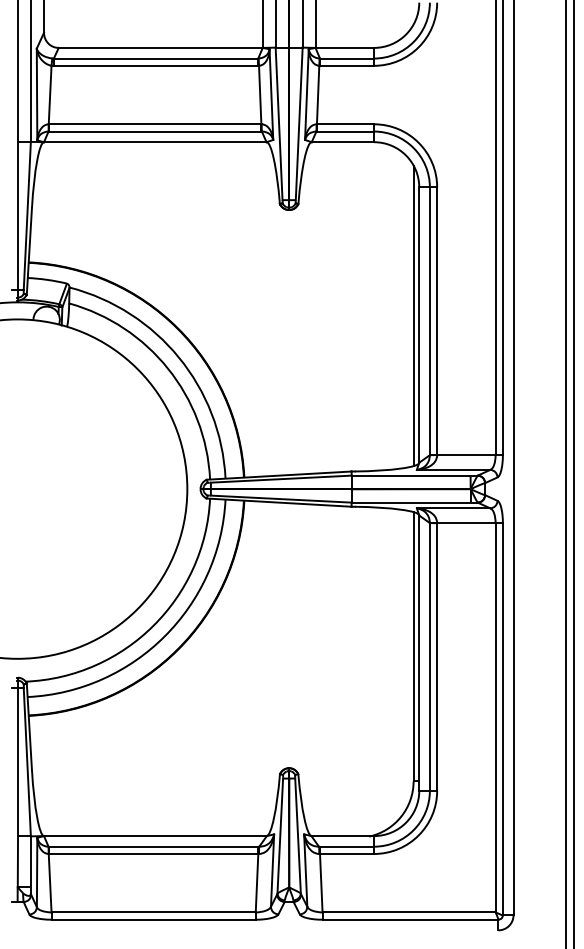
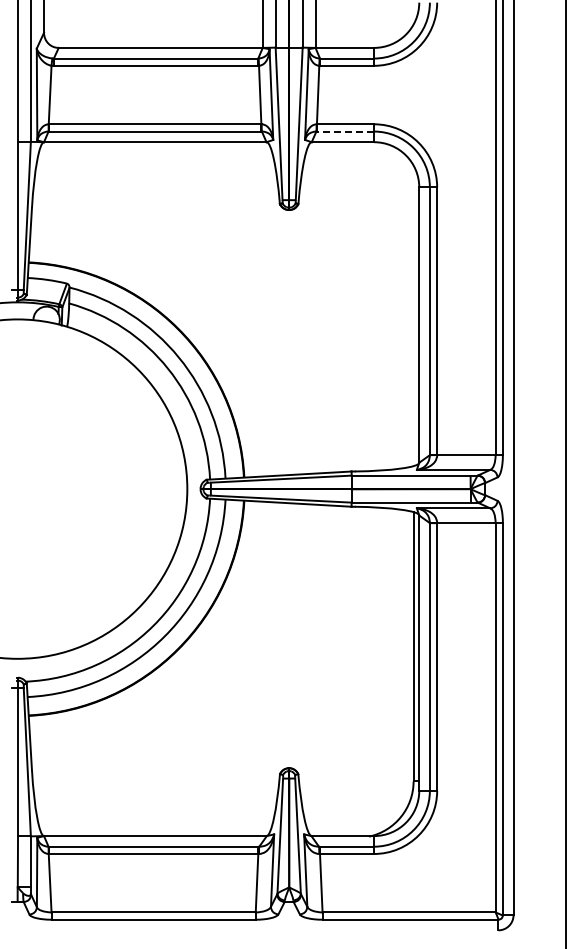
line at (345, 131): solid -> dashed
line at (413, 316): present -> none
line at (573, 473): present -> none
